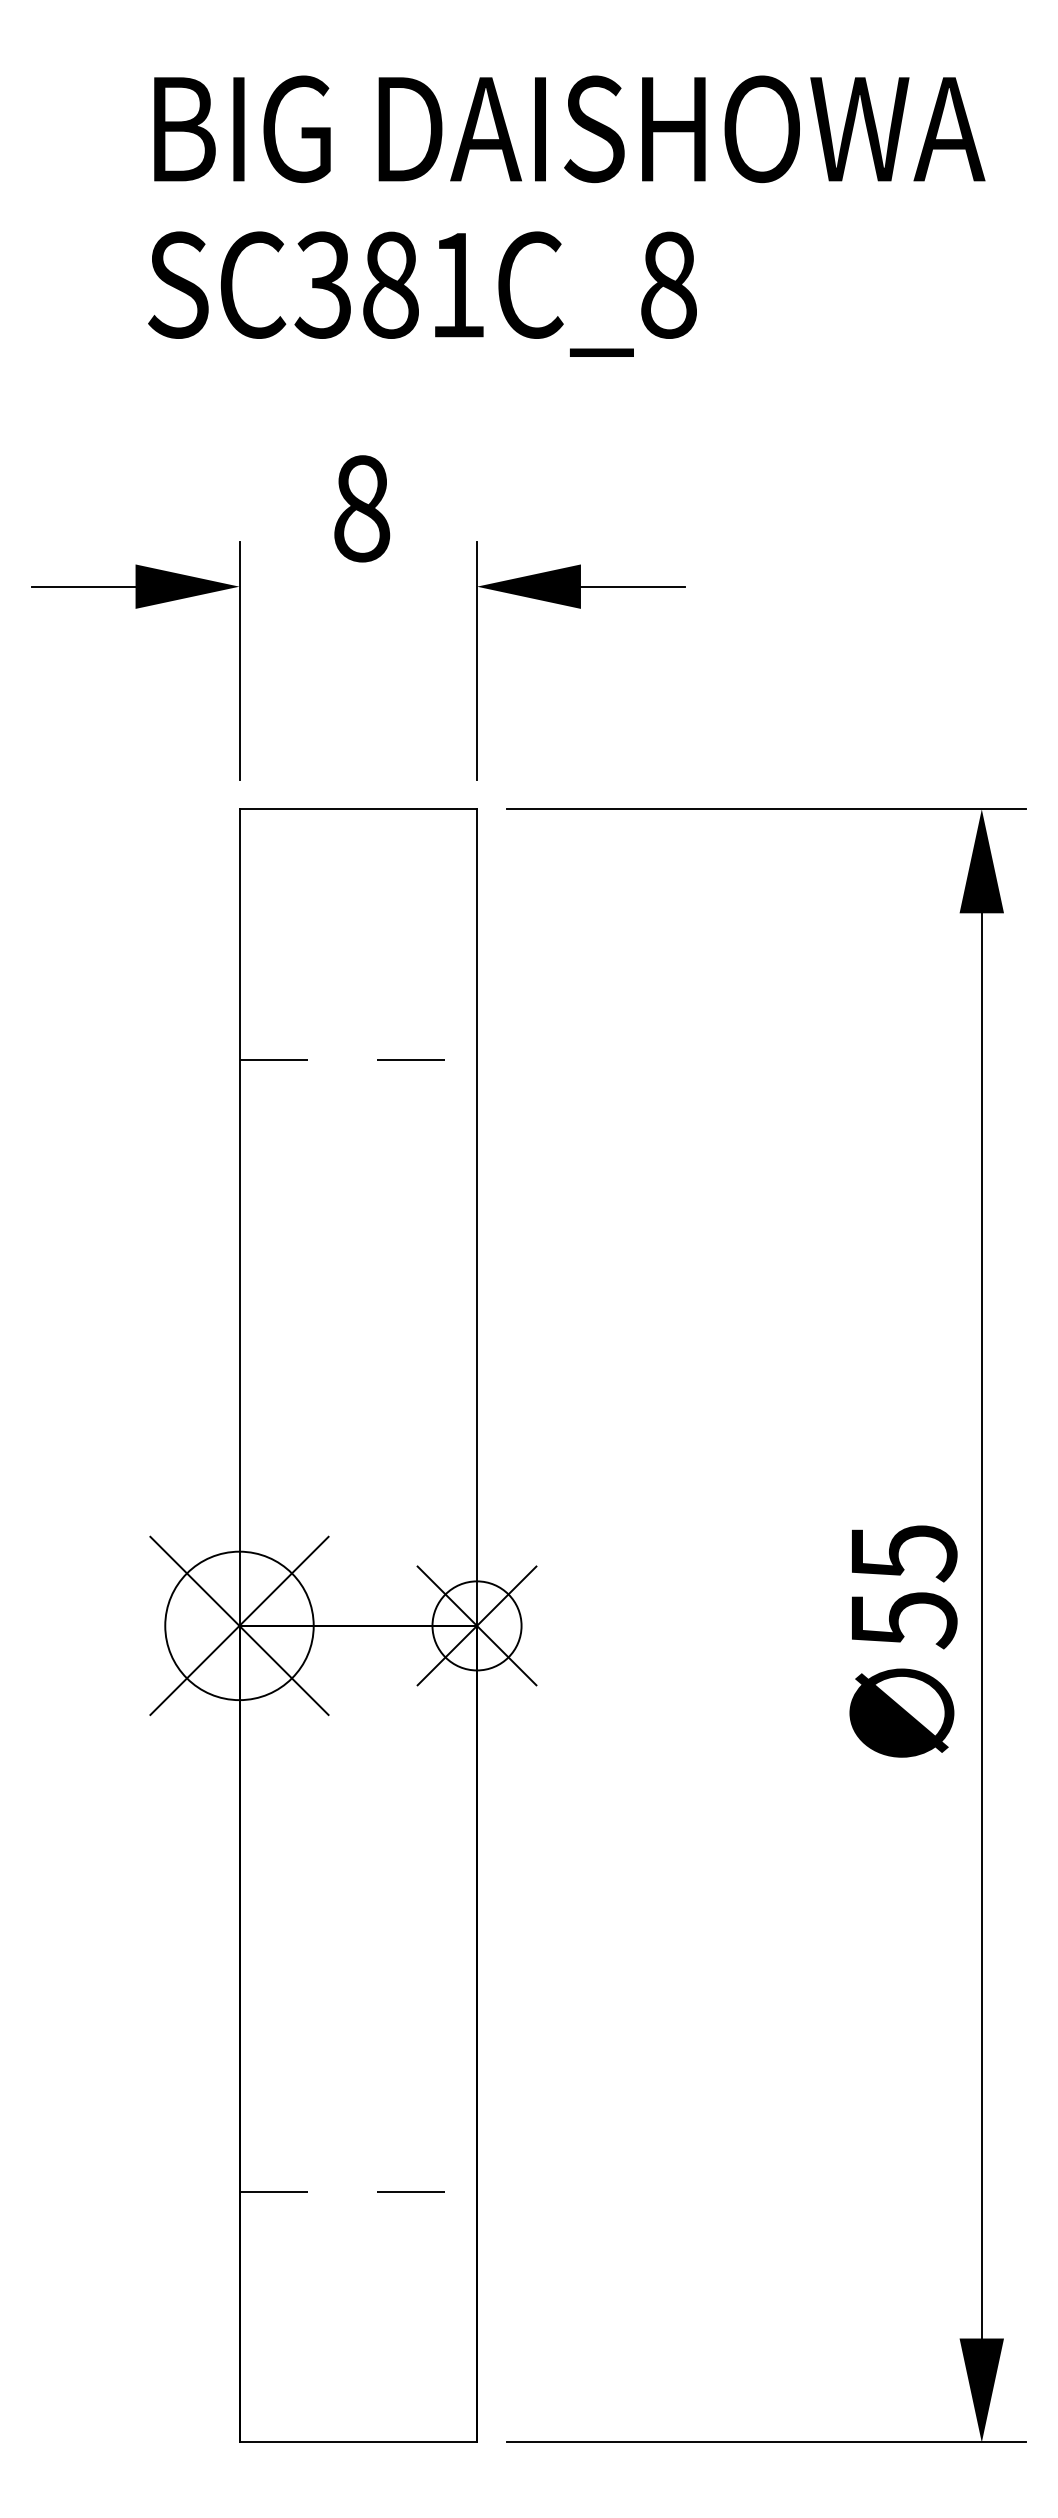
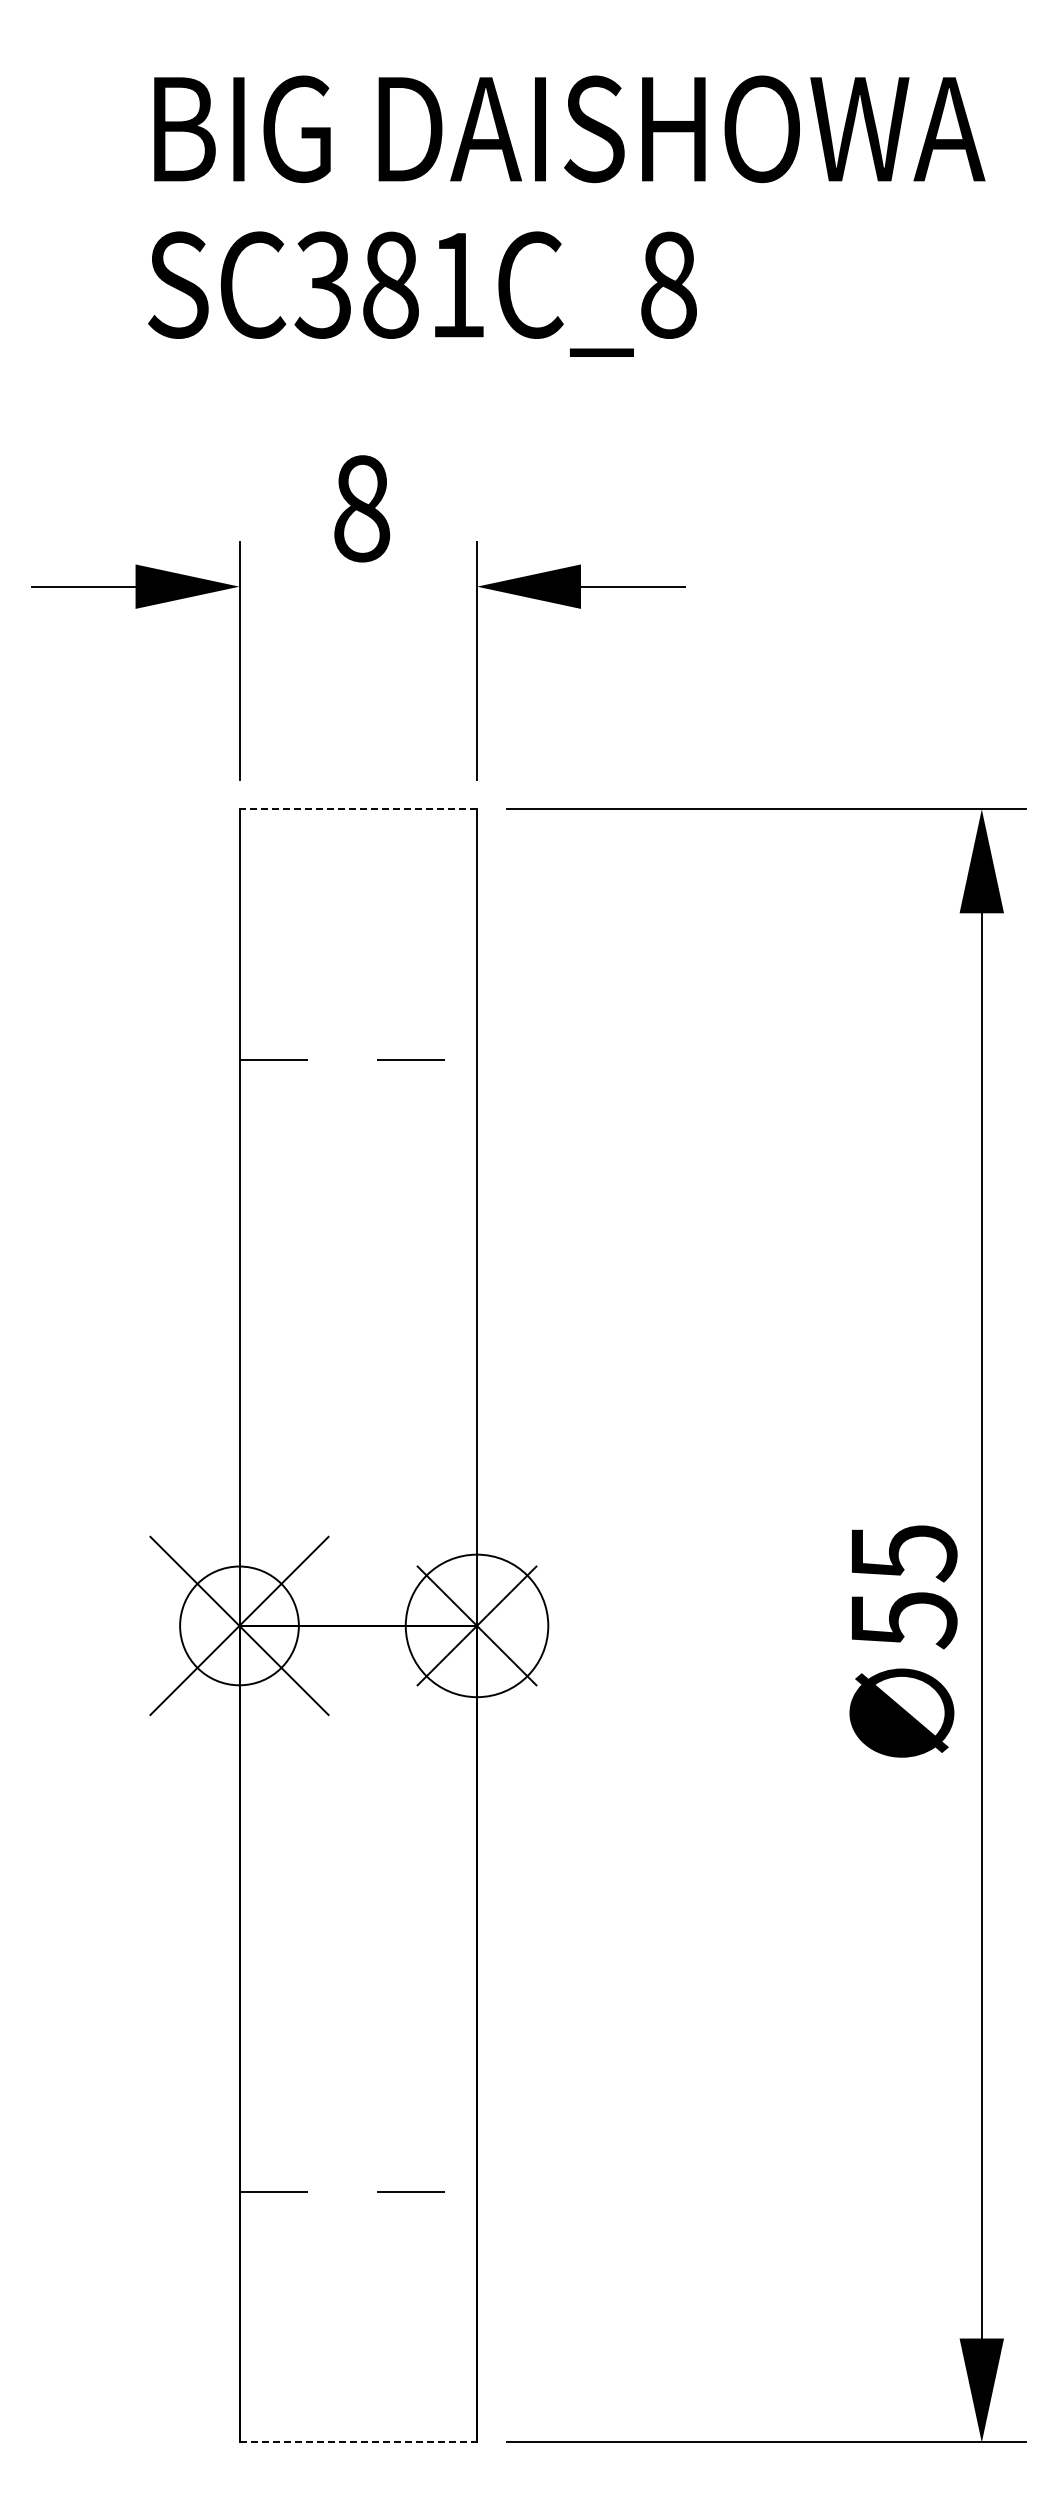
line at (358, 809): solid -> dashed
circle at (239, 1625) diameter: 148 px -> 119 px
circle at (476, 1625) diameter: 89 px -> 143 px
line at (358, 2442): solid -> dashed
